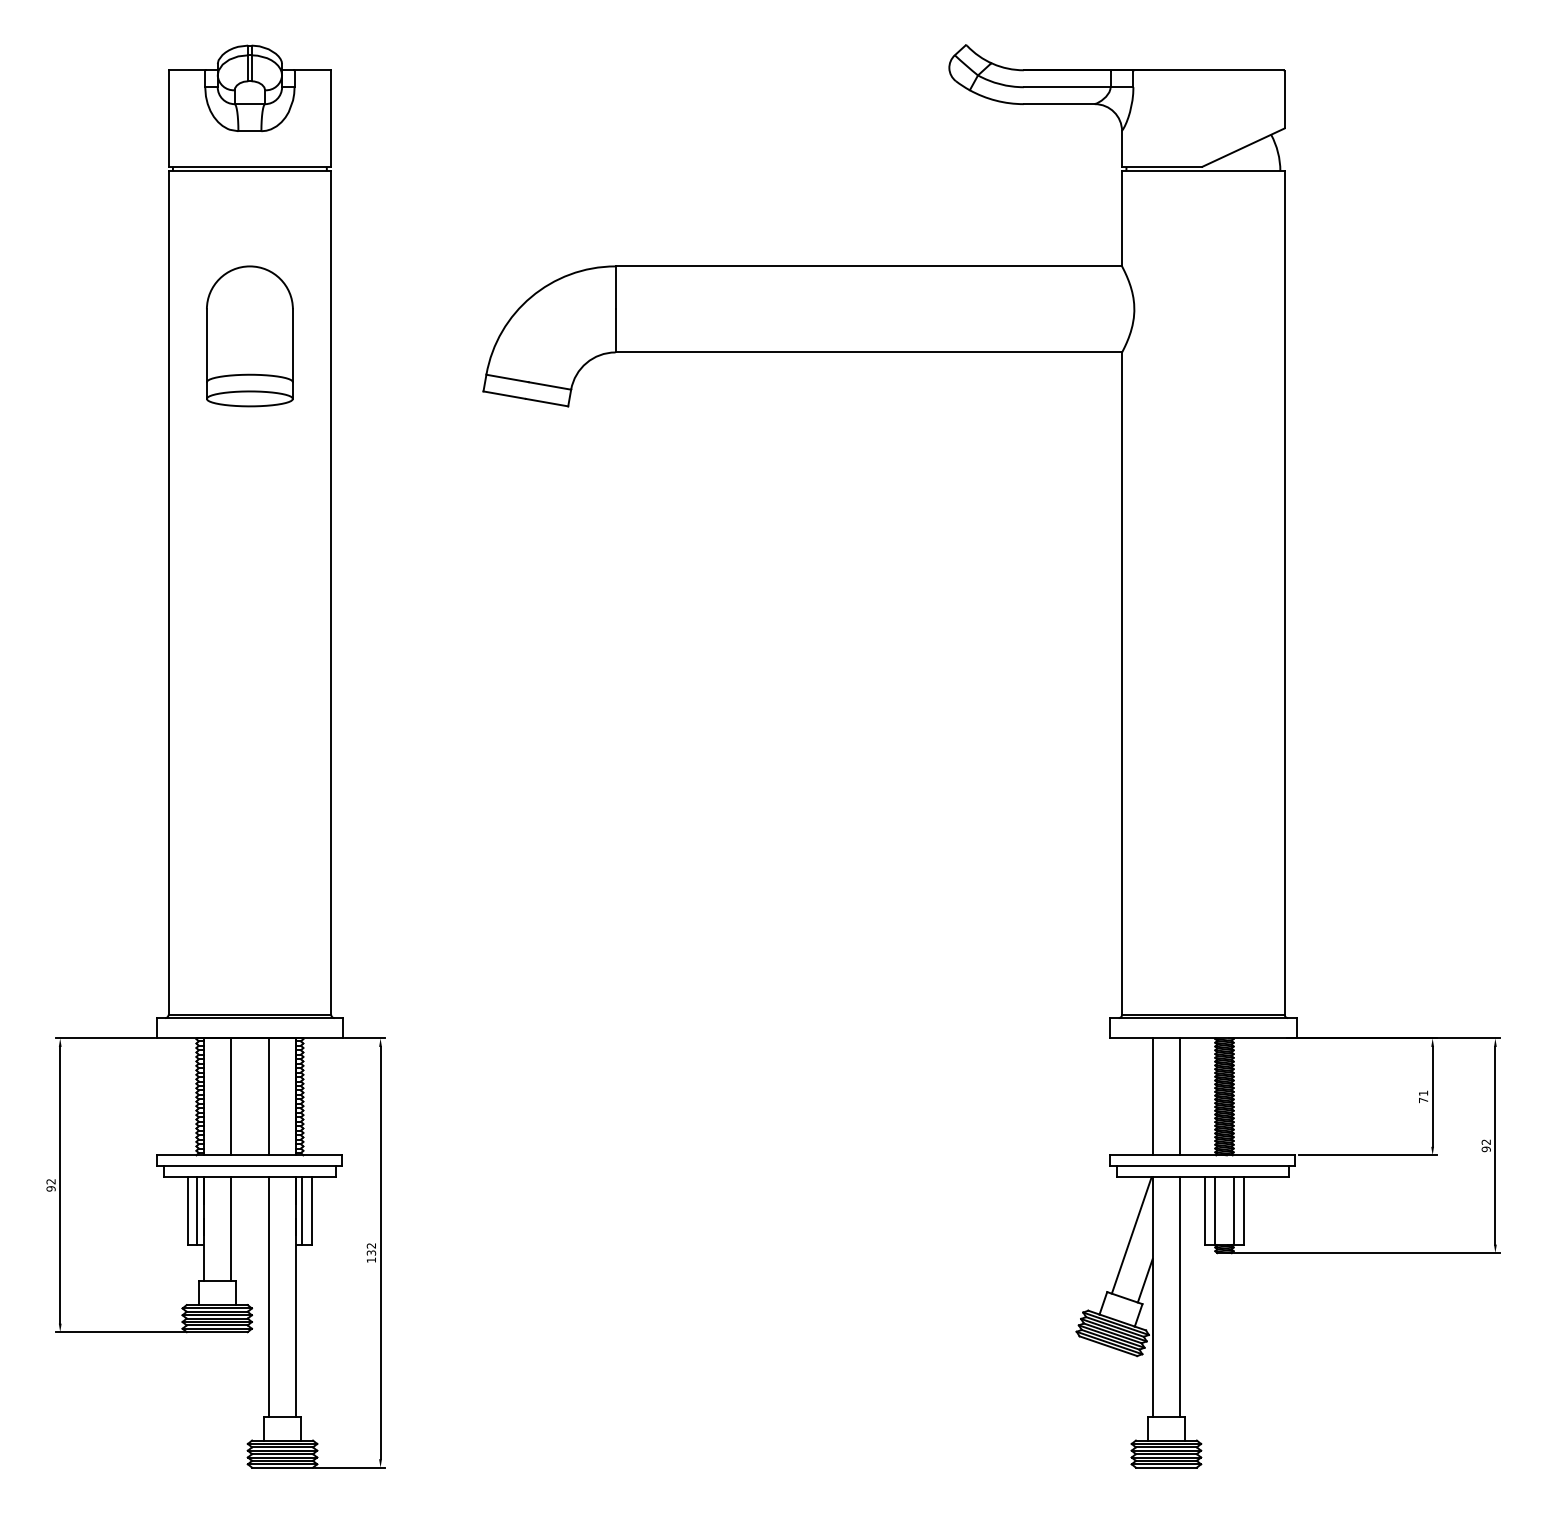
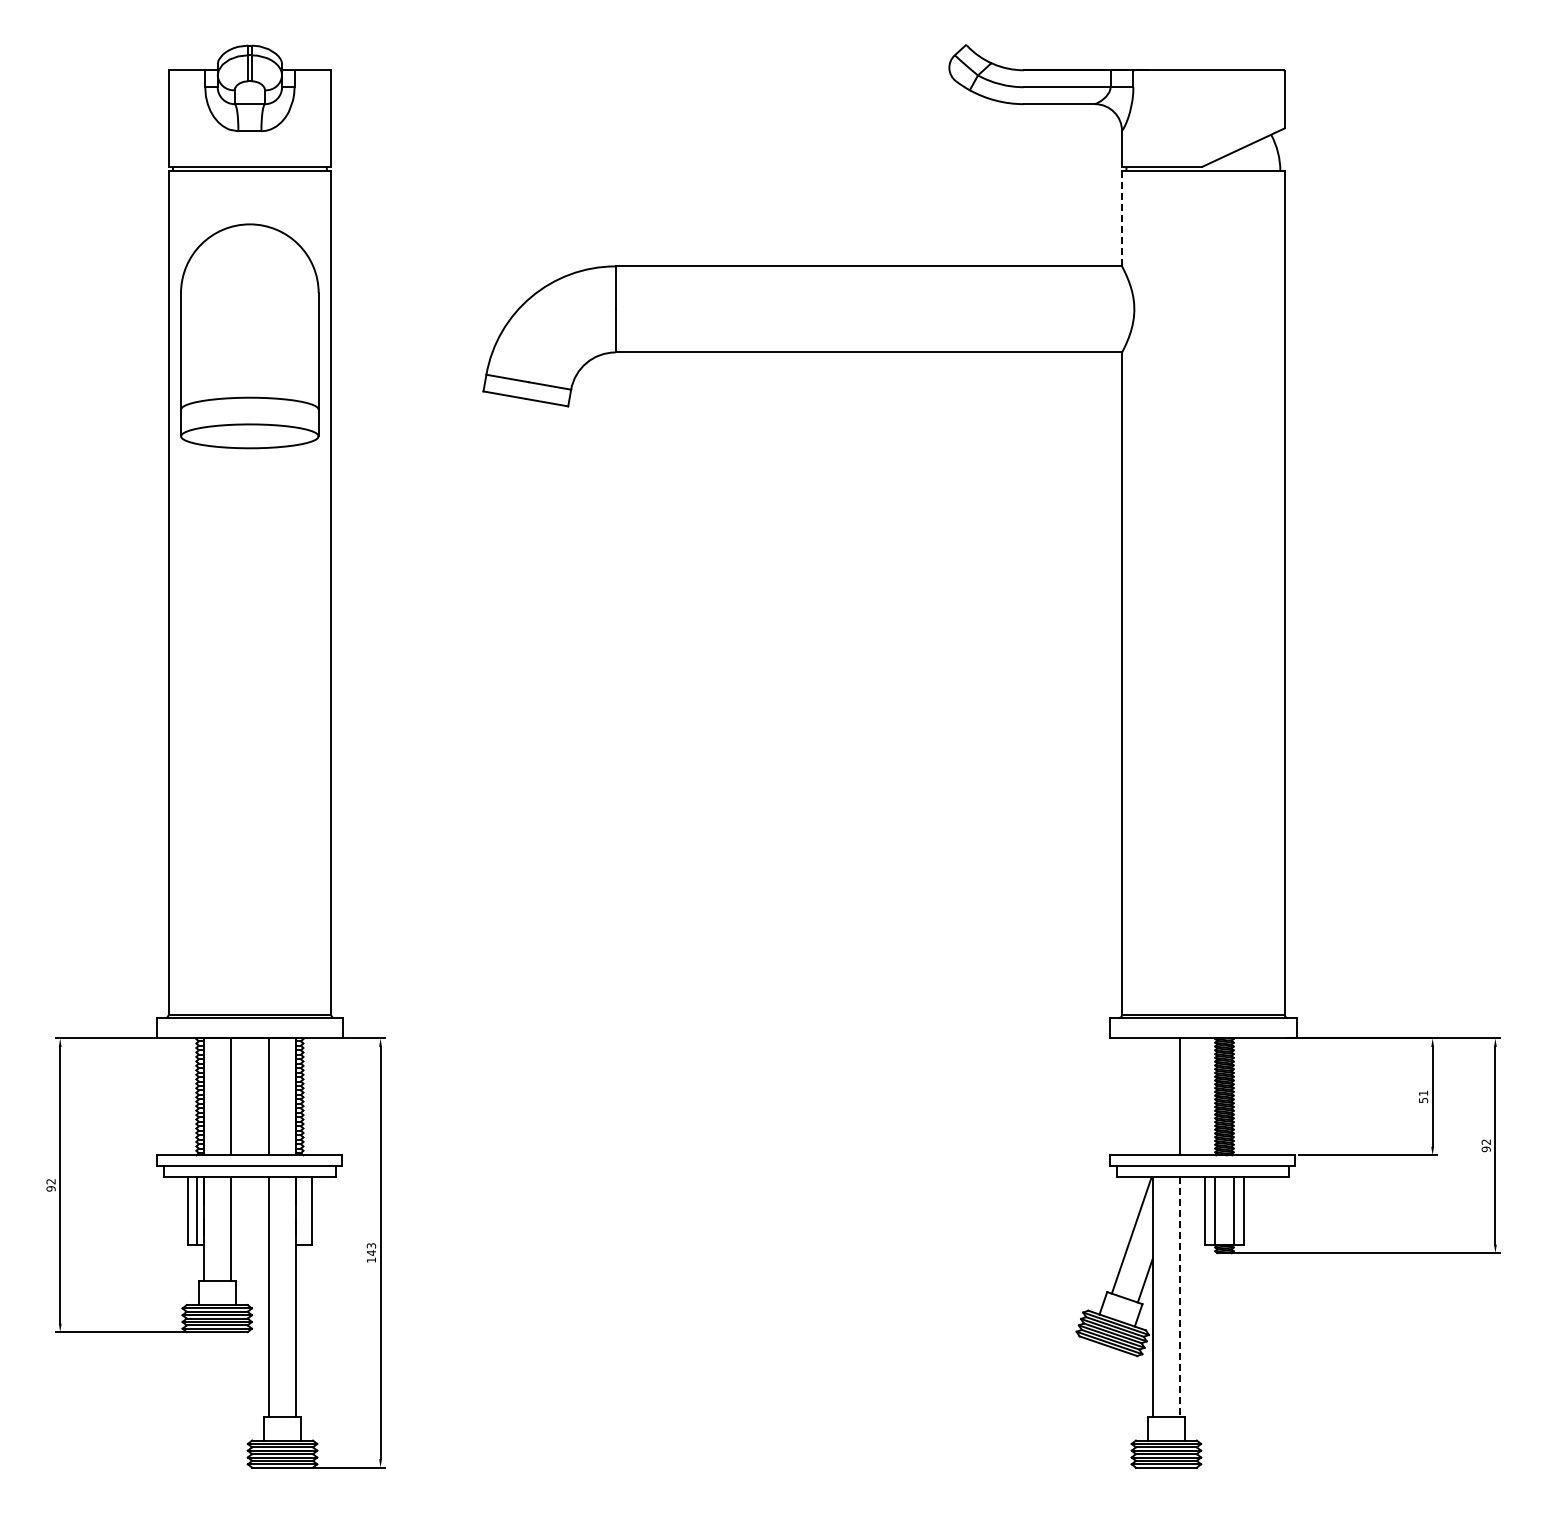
line at (1122, 218): solid -> dashed
part at (249, 336) size: 88x143 px -> 140x227 px
line at (1152, 1096): present -> none
text at (1423, 1100): 71 -> 51
line at (302, 1211): present -> none
text at (371, 1249): 132 -> 143
line at (1180, 1297): solid -> dashed
